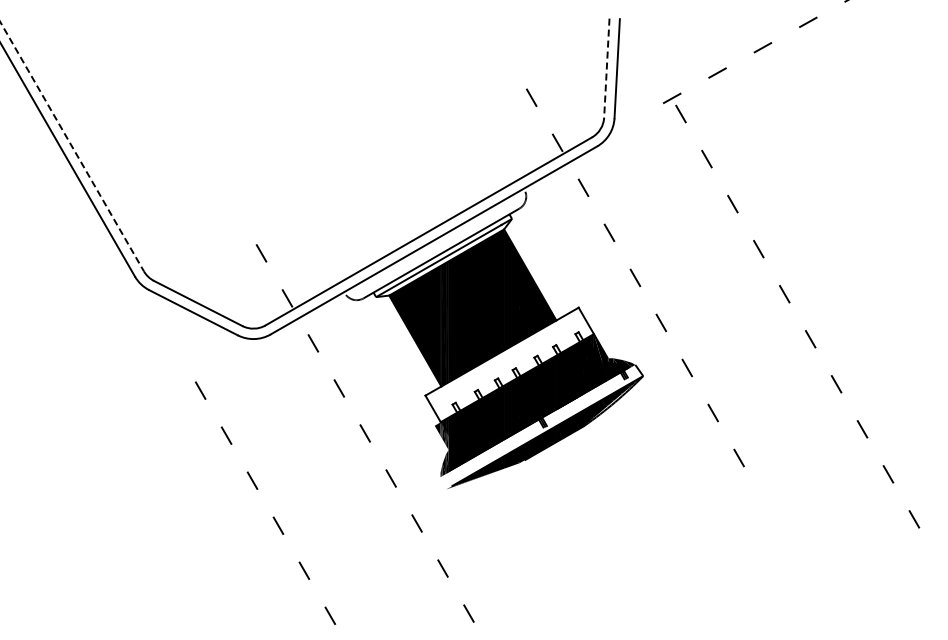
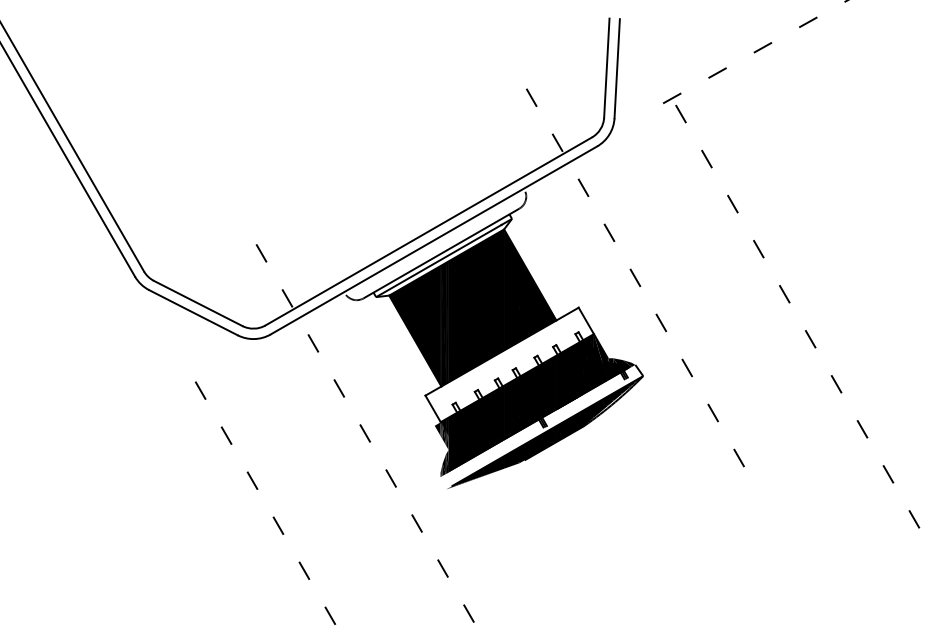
line at (606, 68): dashed -> solid
line at (72, 146): dashed -> solid
